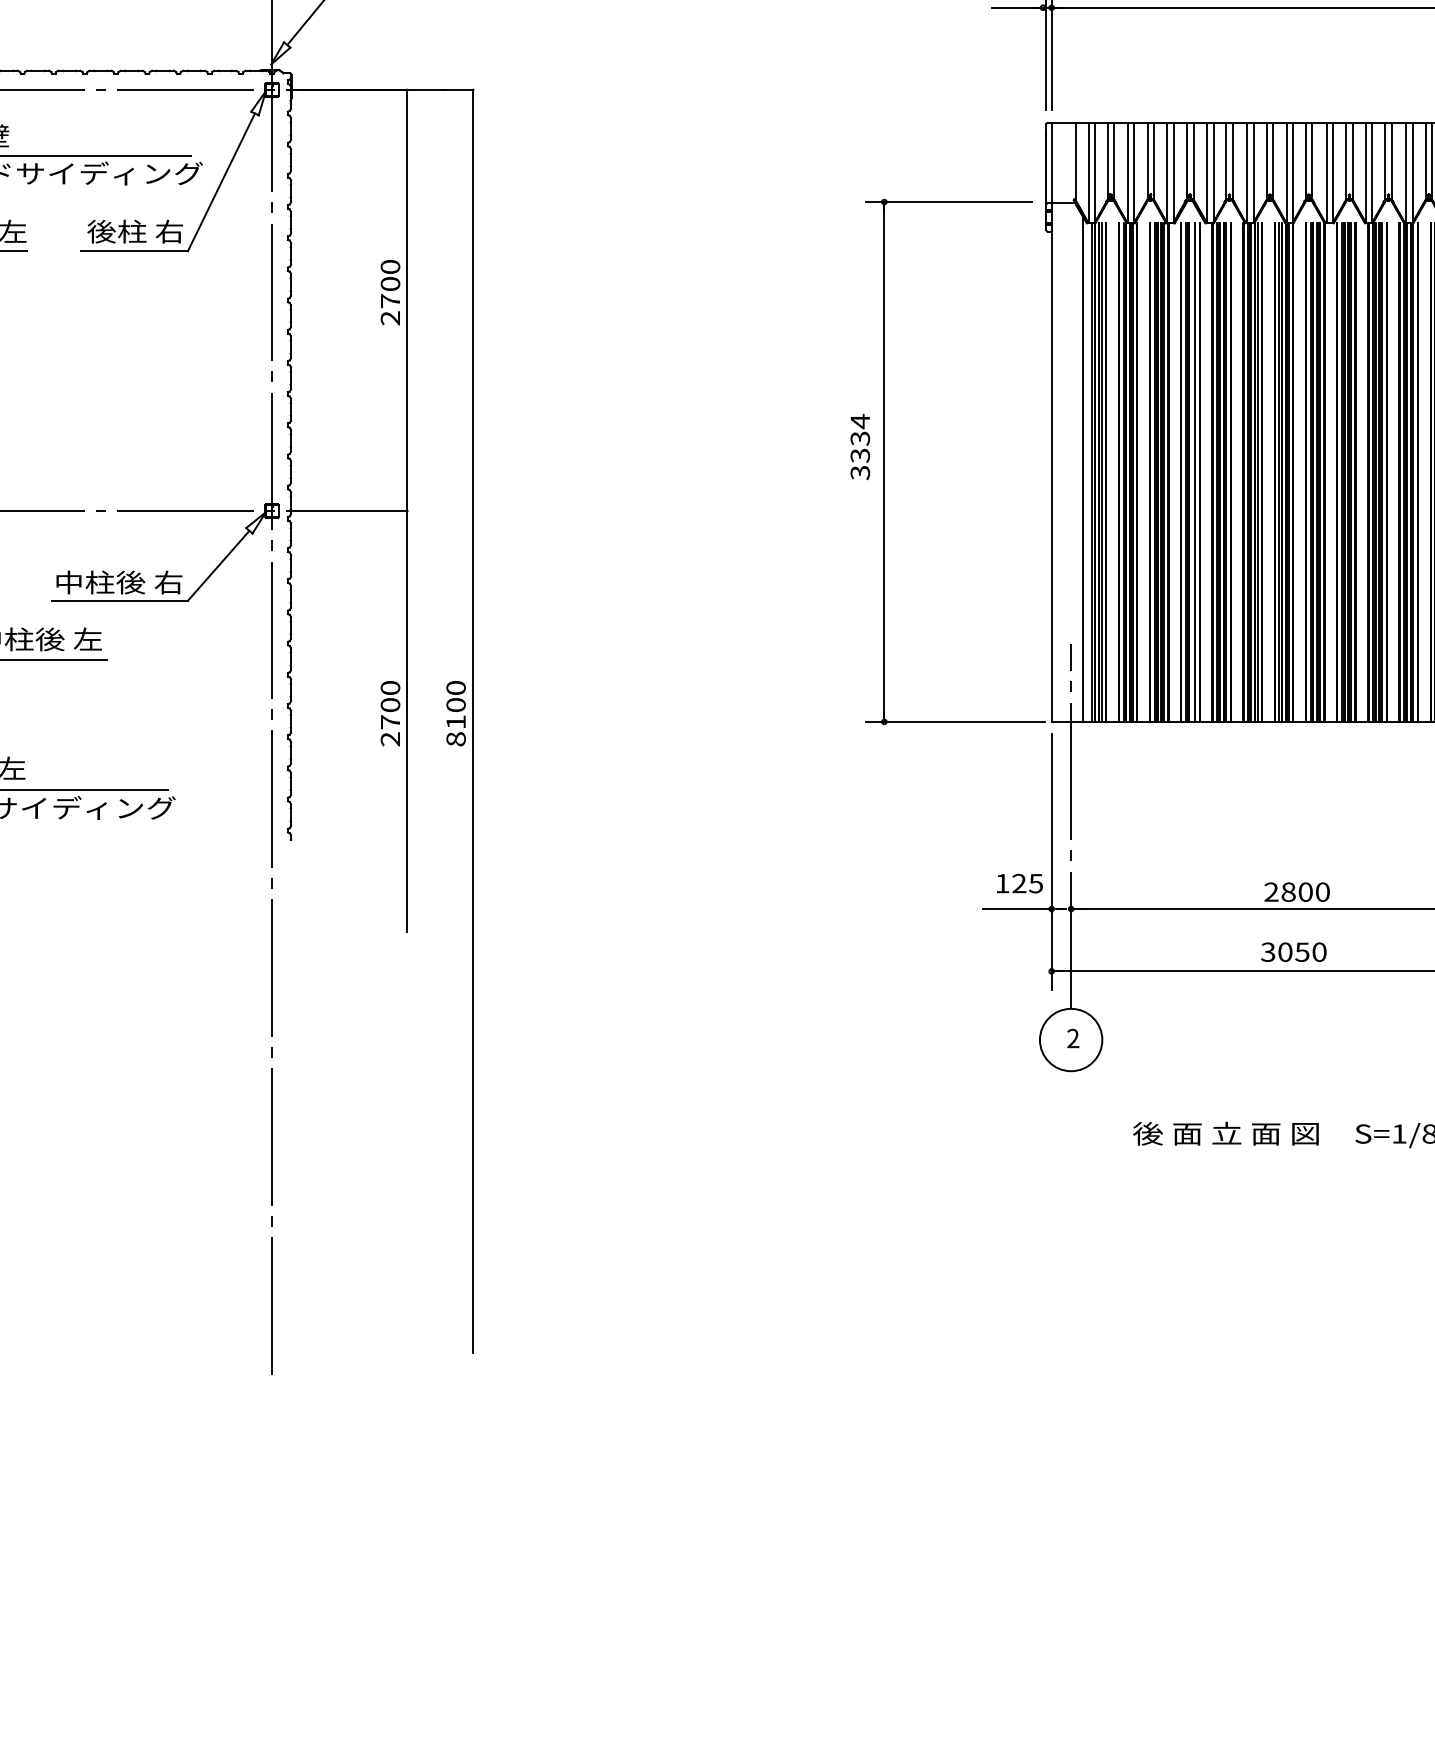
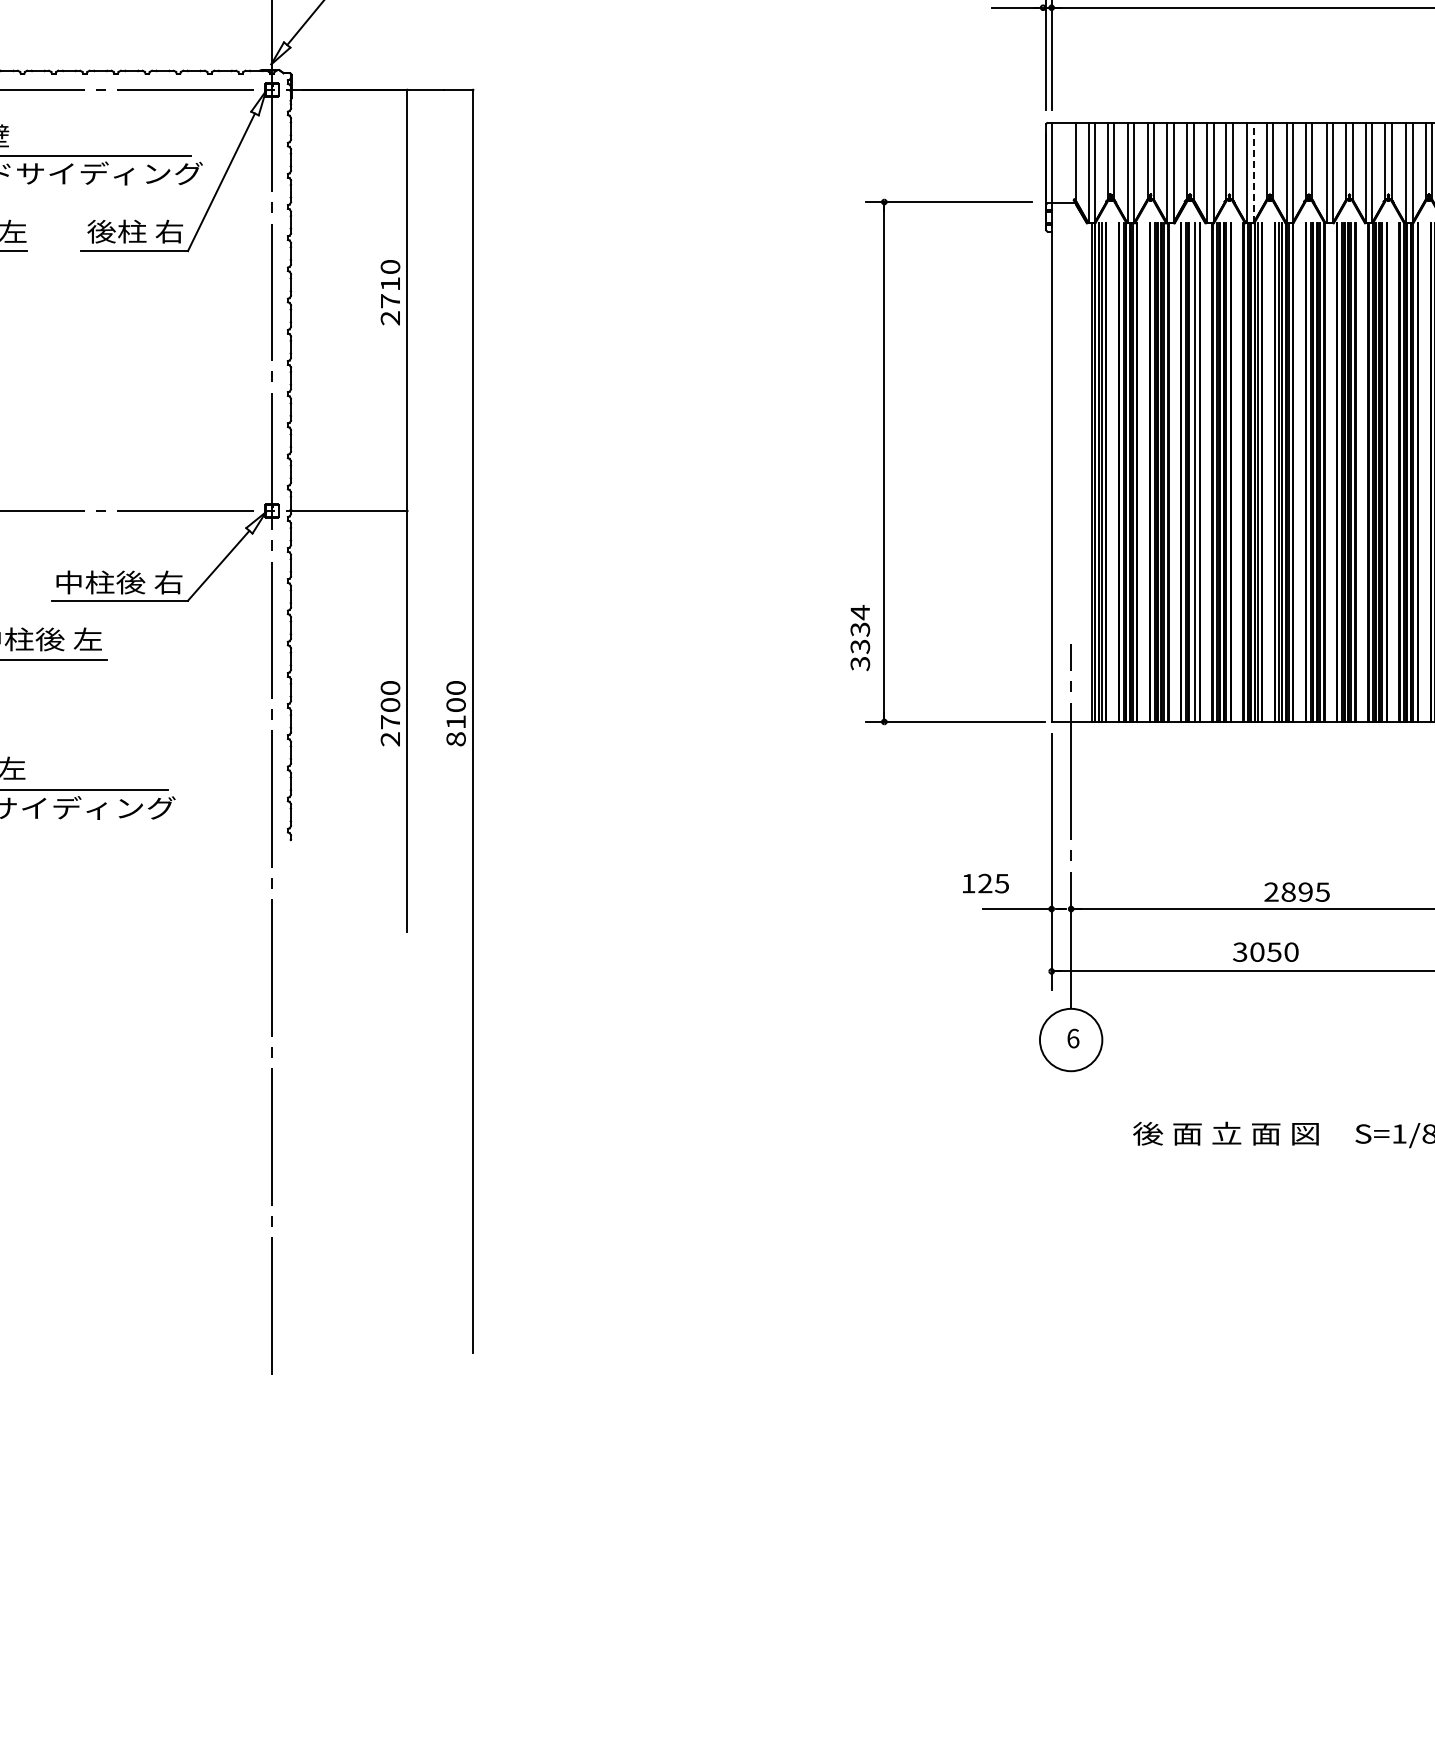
line at (1253, 172): solid -> dashed
text at (390, 283): 2700 -> 2710
text at (860, 447) position: (860, 447) -> (860, 638)
line at (1083, 468): present -> none
text at (1019, 883) position: (1019, 883) -> (985, 883)
text at (1313, 891): 2800 -> 2895
text at (1293, 951) position: (1293, 951) -> (1265, 951)
text at (1073, 1038): 2 -> 6
